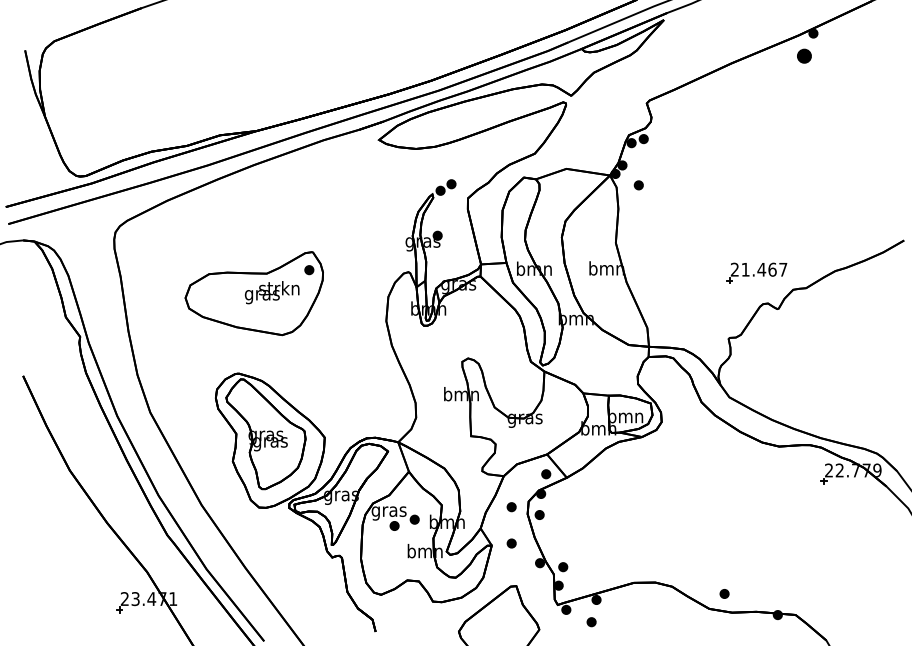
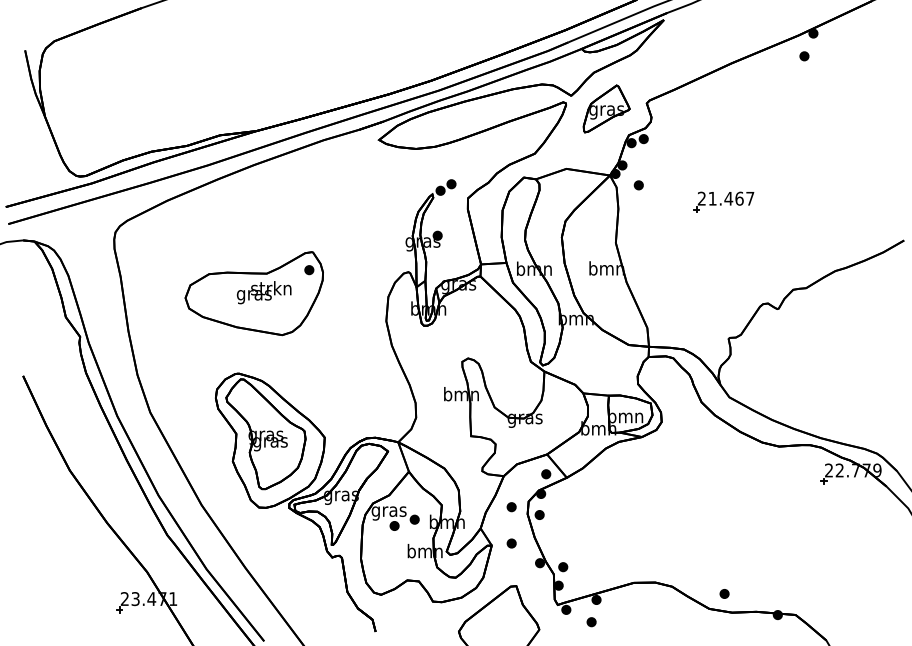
part at (804, 55) size: 15x16 px -> 11x11 px
part at (606, 108): none -> present
part at (756, 272) position: (756, 272) -> (723, 201)
text at (271, 292) position: (271, 292) -> (263, 292)
